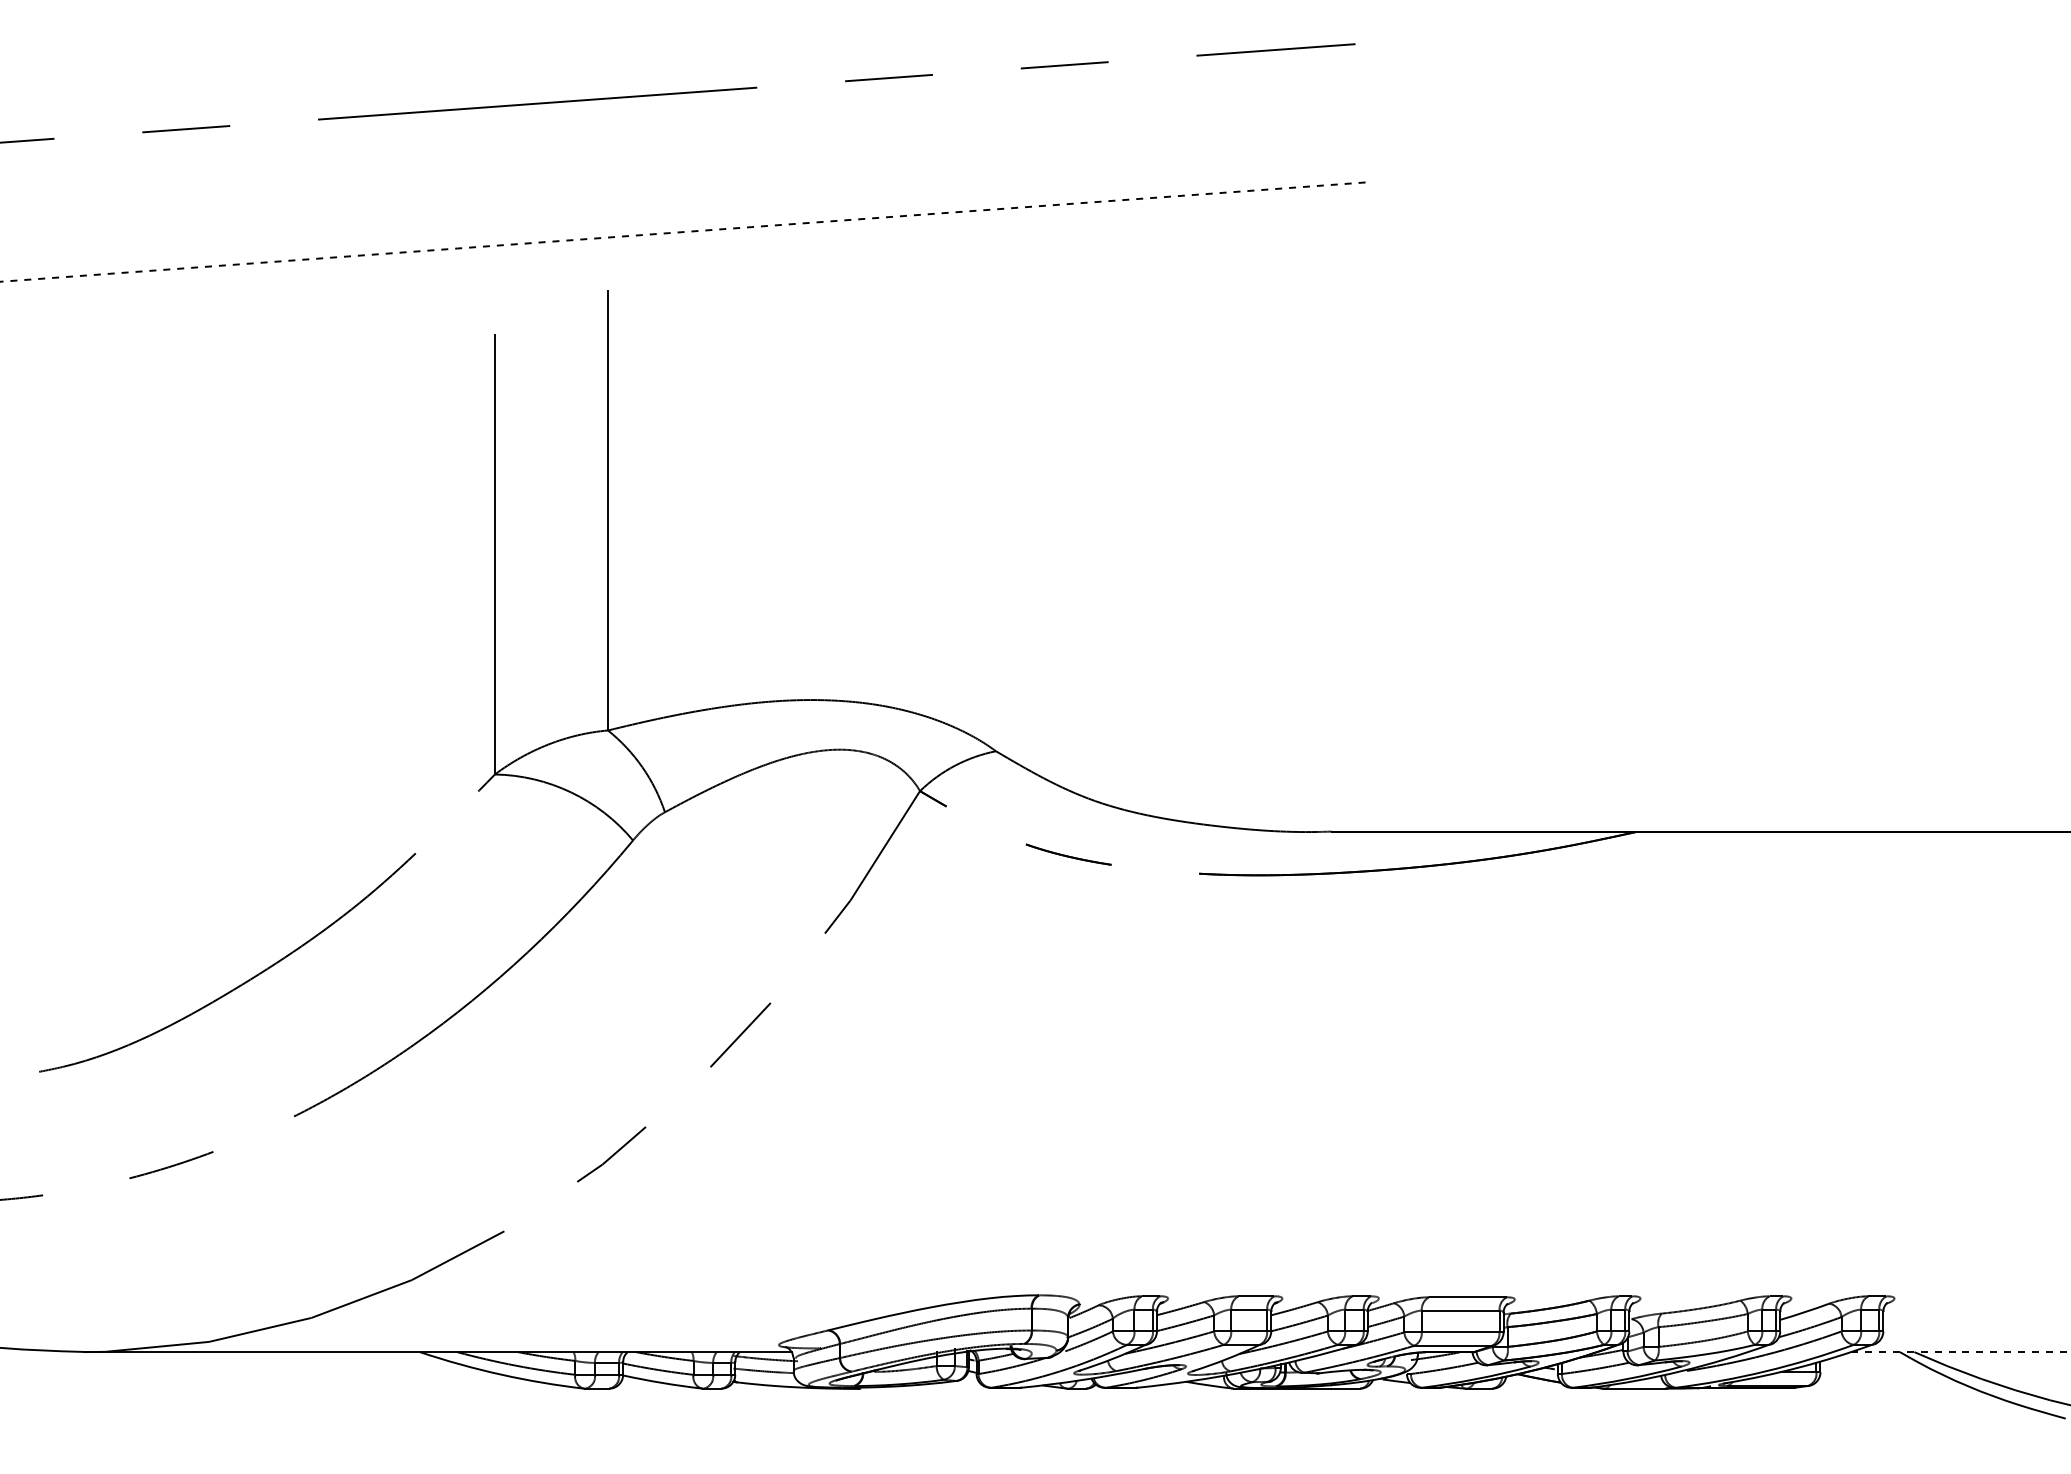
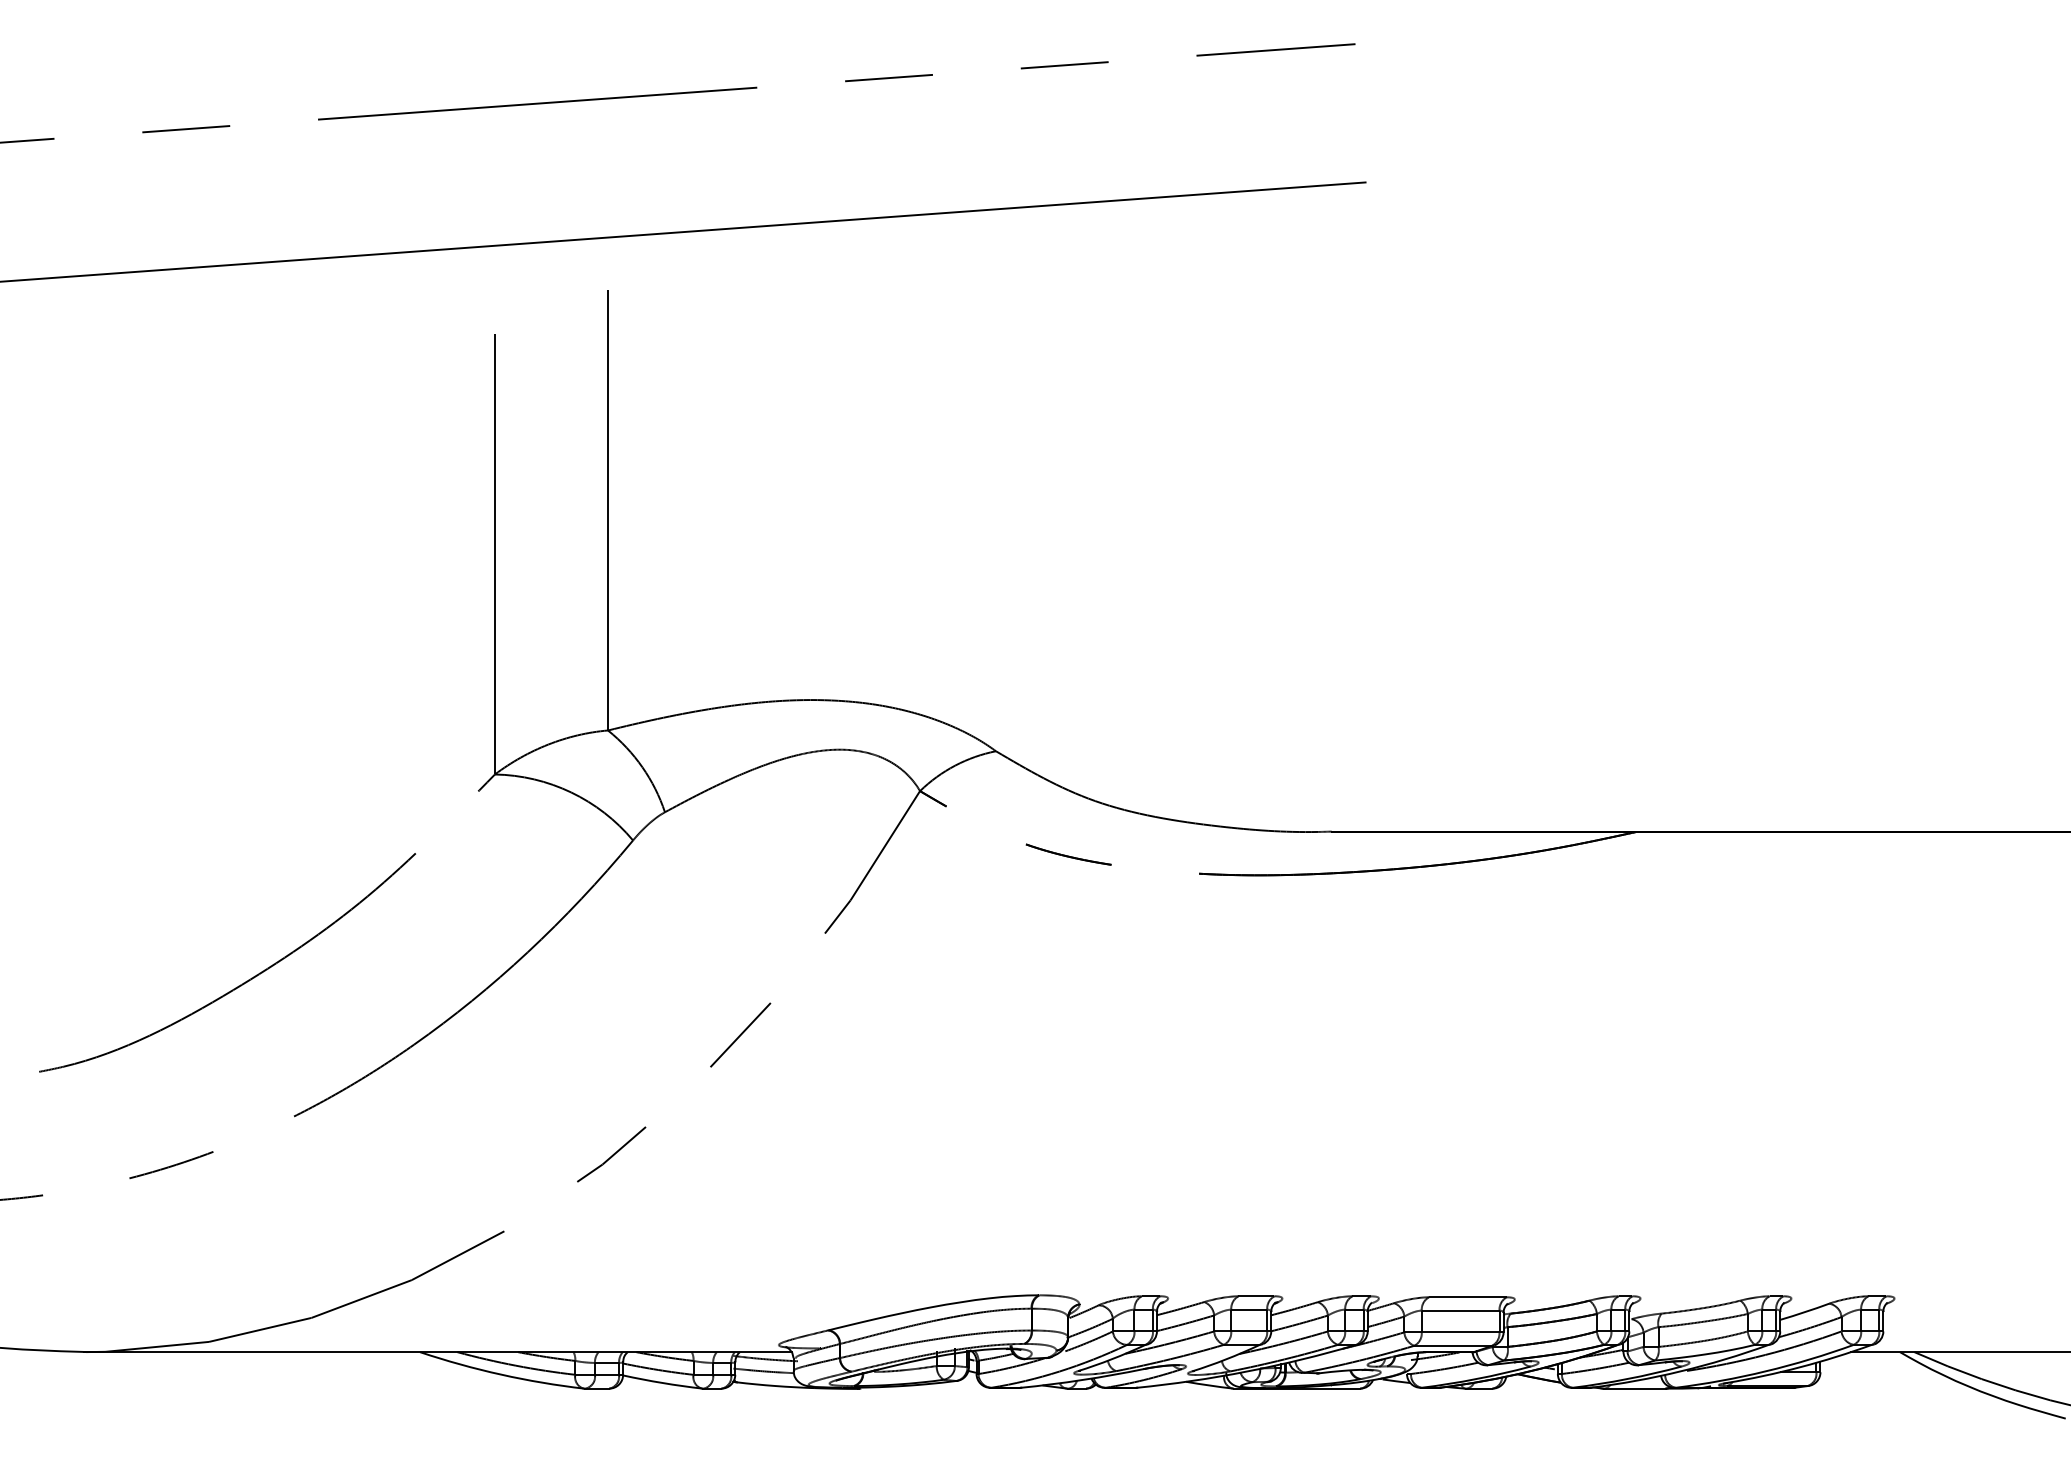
line at (682, 232): dashed -> solid
line at (1960, 1352): dashed -> solid
